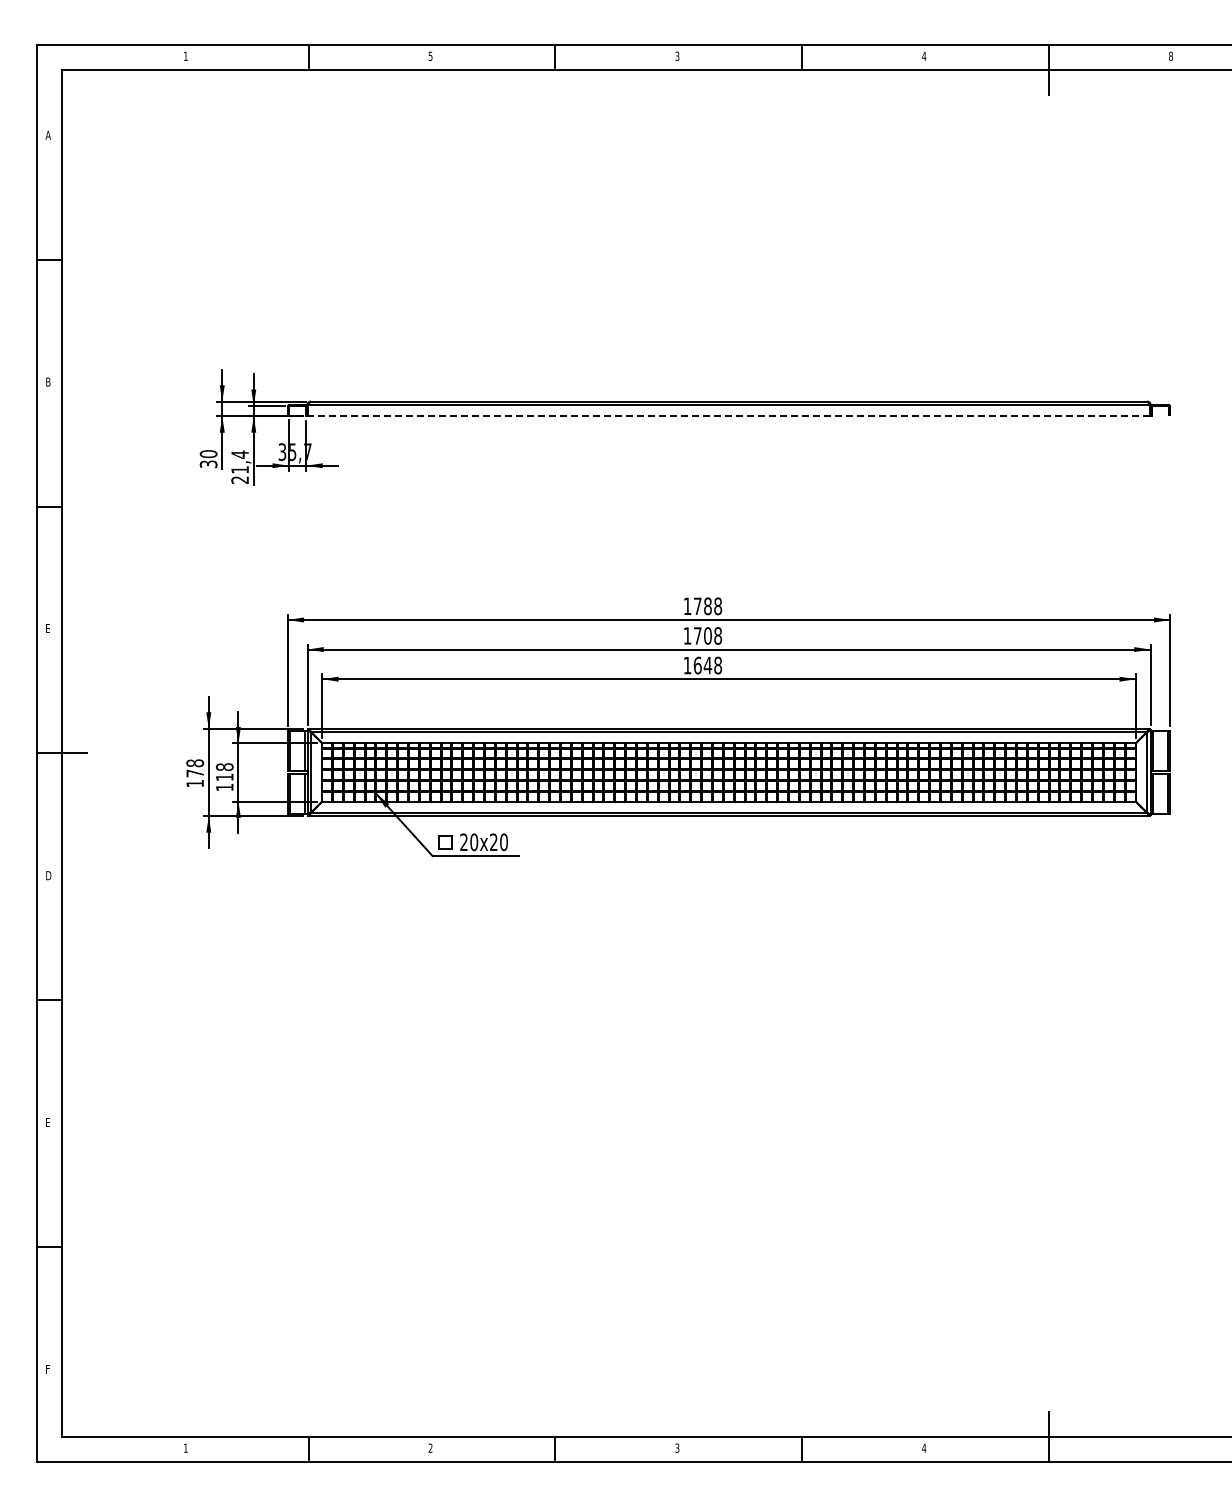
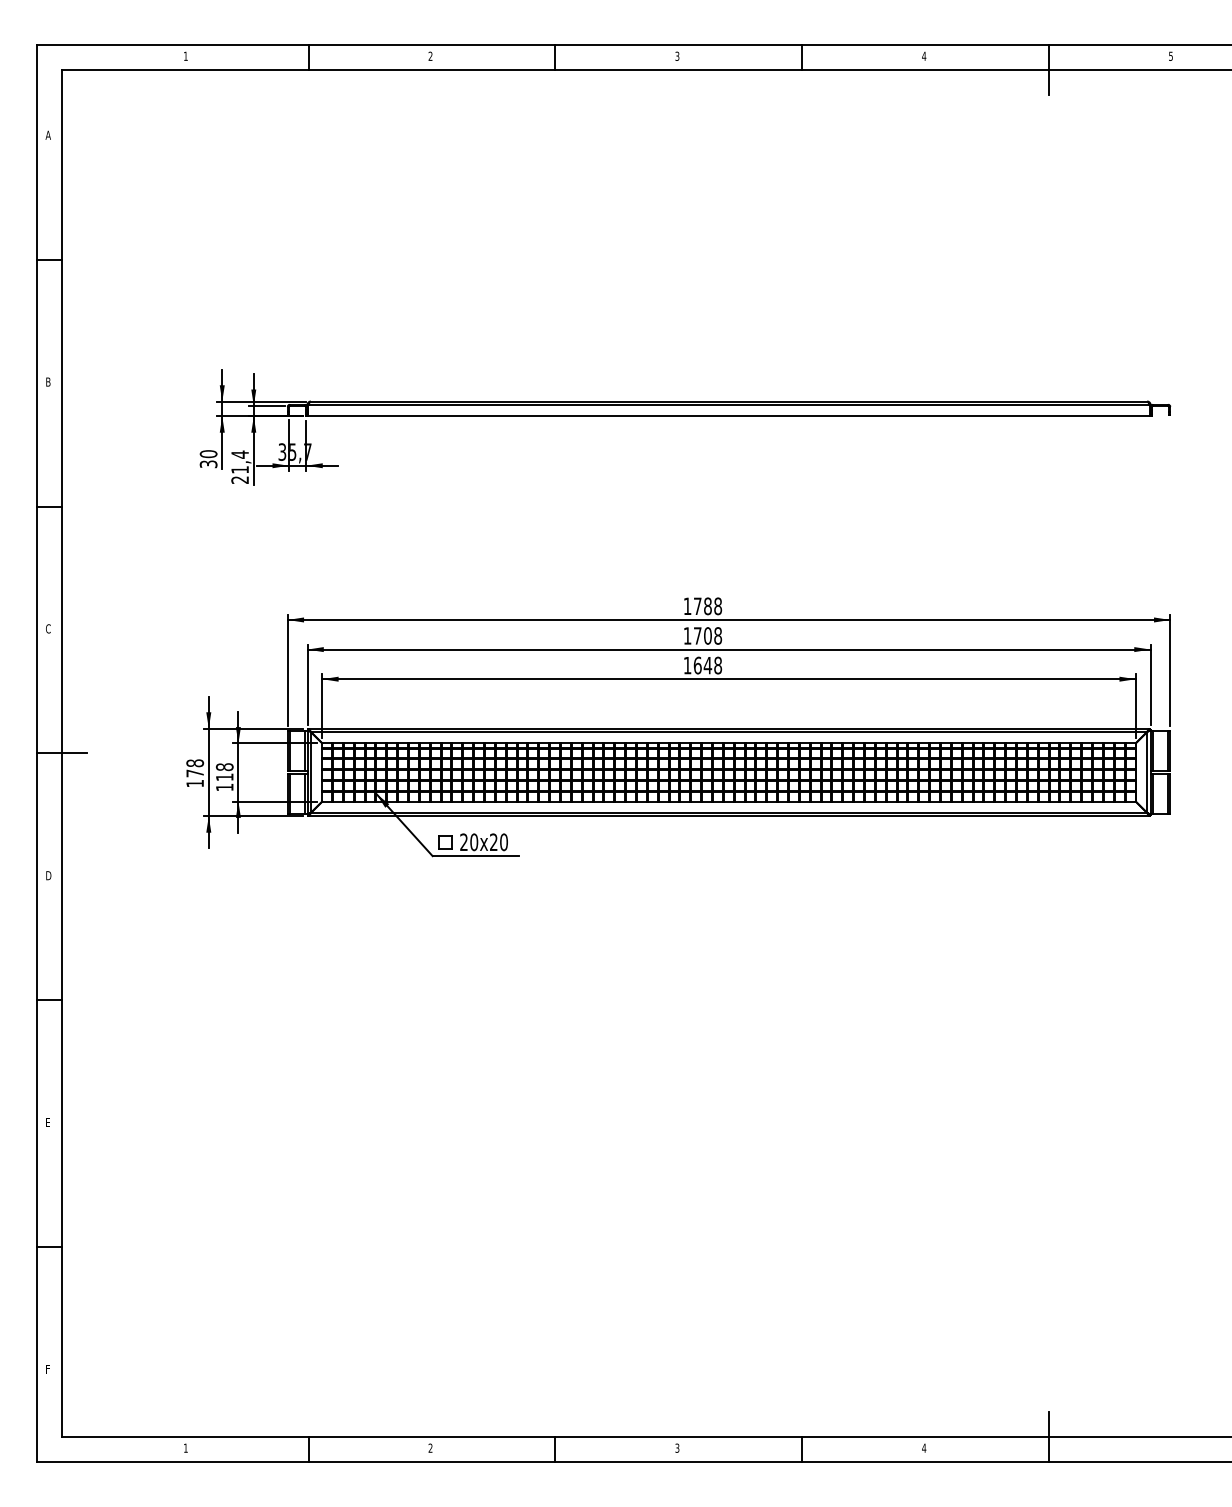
text at (430, 55): 5 -> 2
text at (1171, 55): 8 -> 5
line at (728, 416): dashed -> solid
text at (48, 628): E -> C
